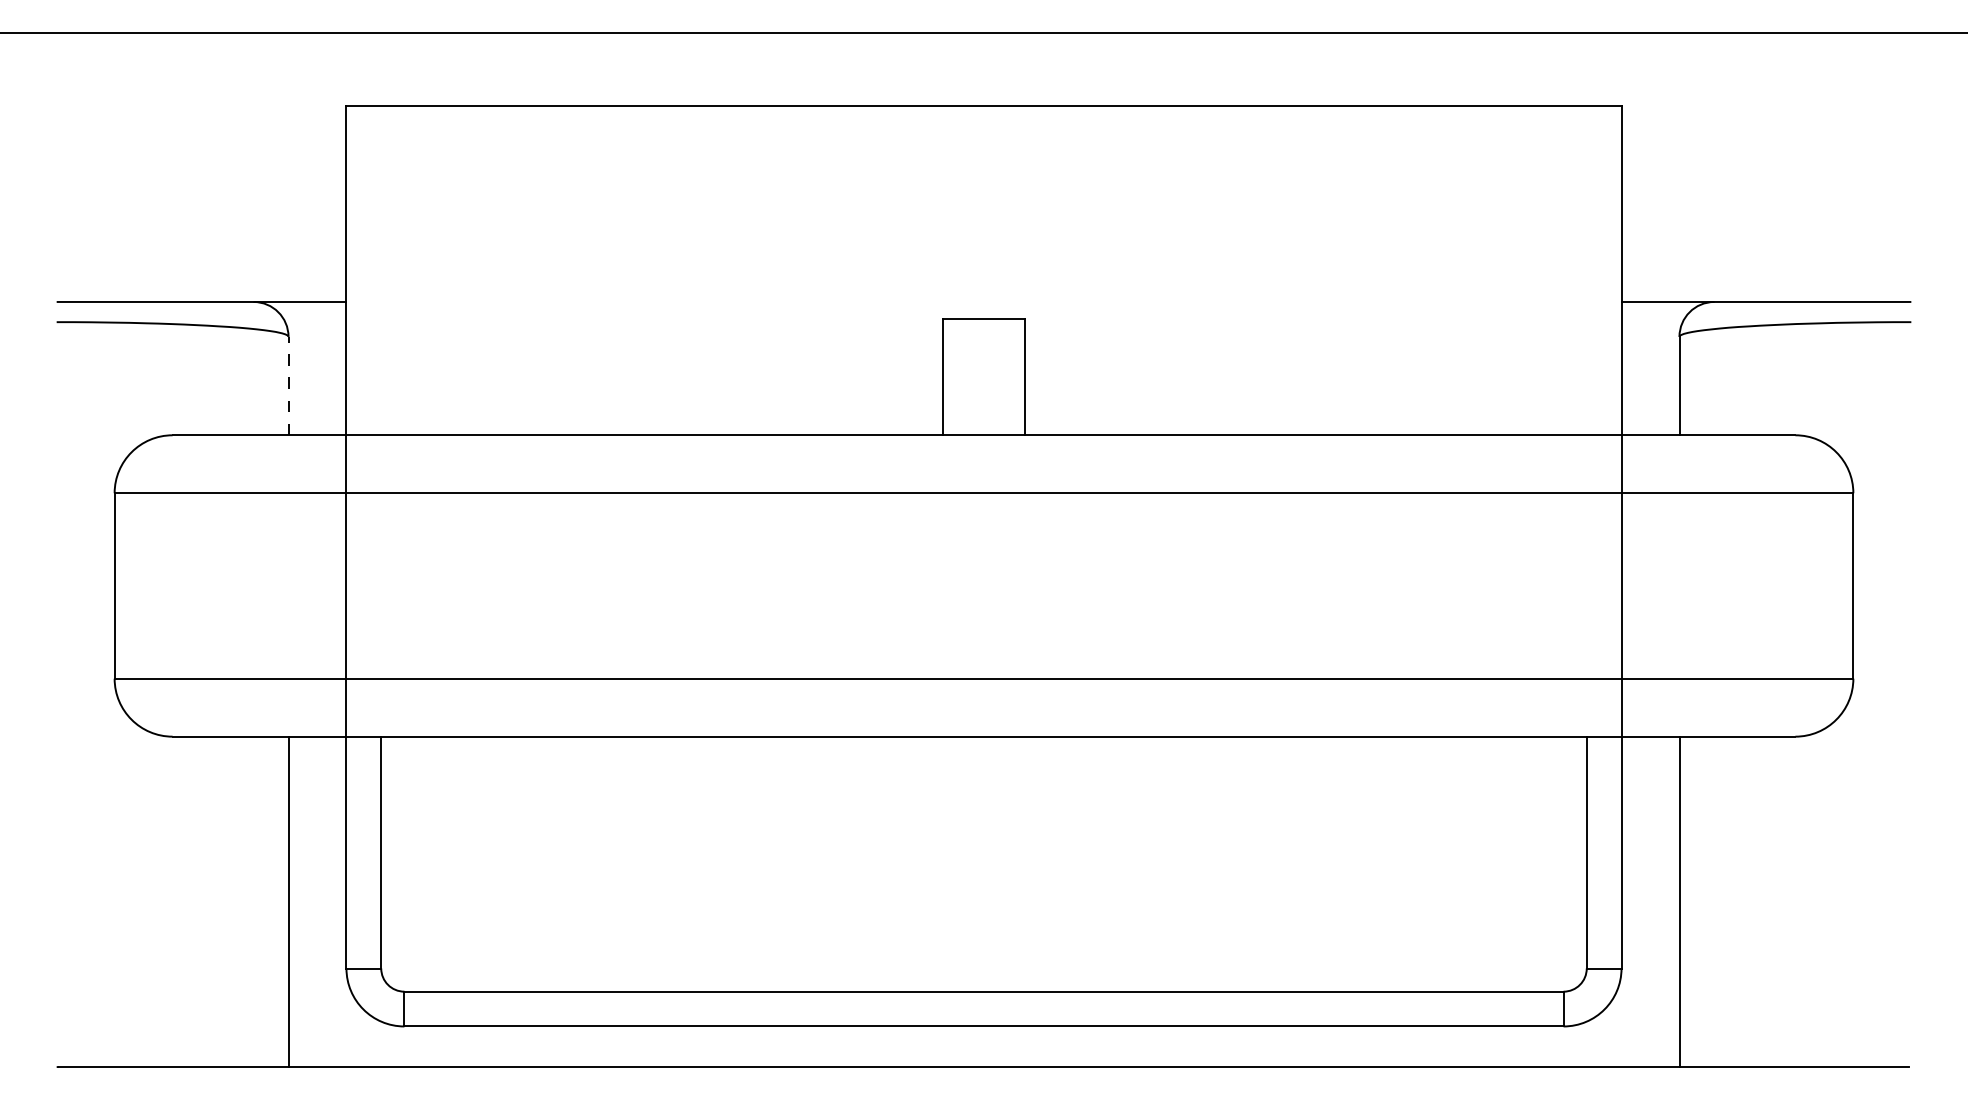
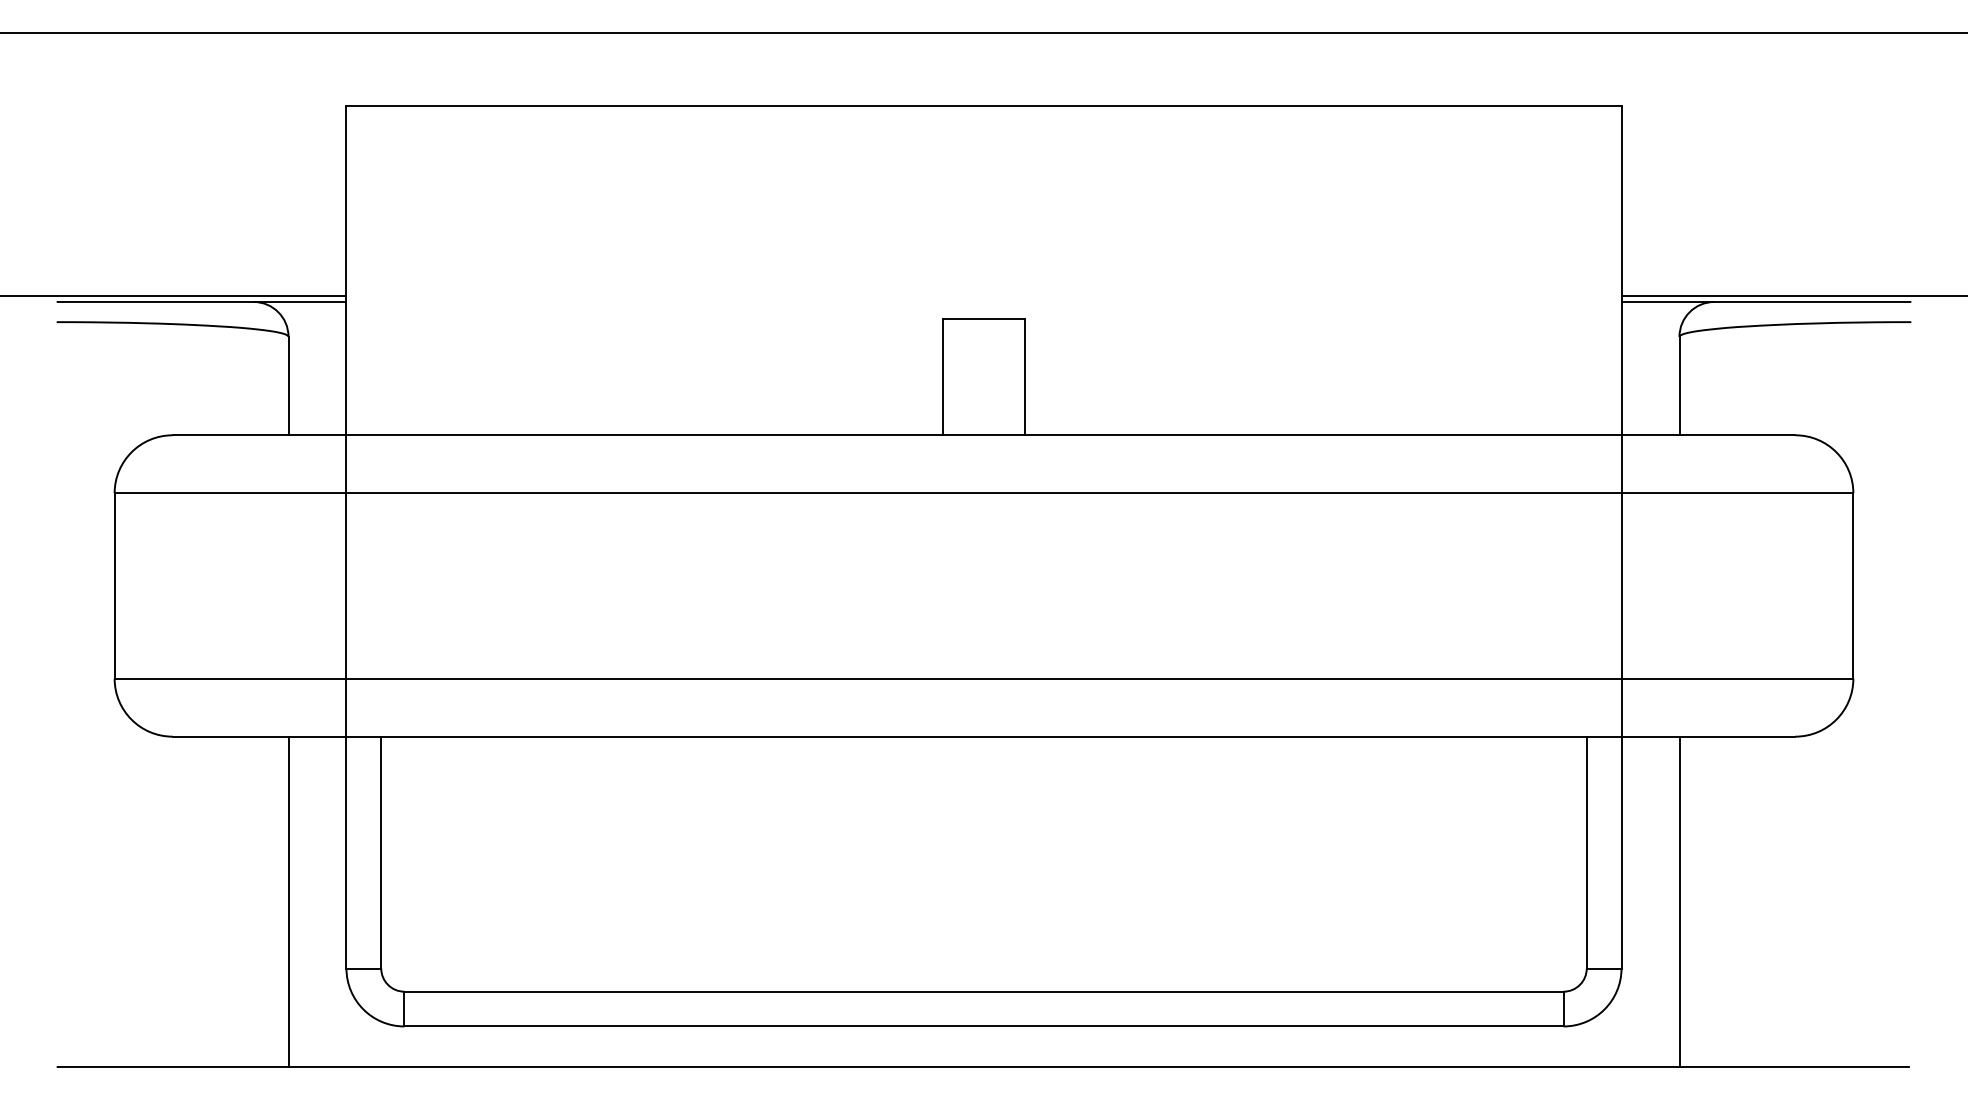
line at (174, 296): none -> present
line at (1792, 296): none -> present
line at (288, 385): dashed -> solid
